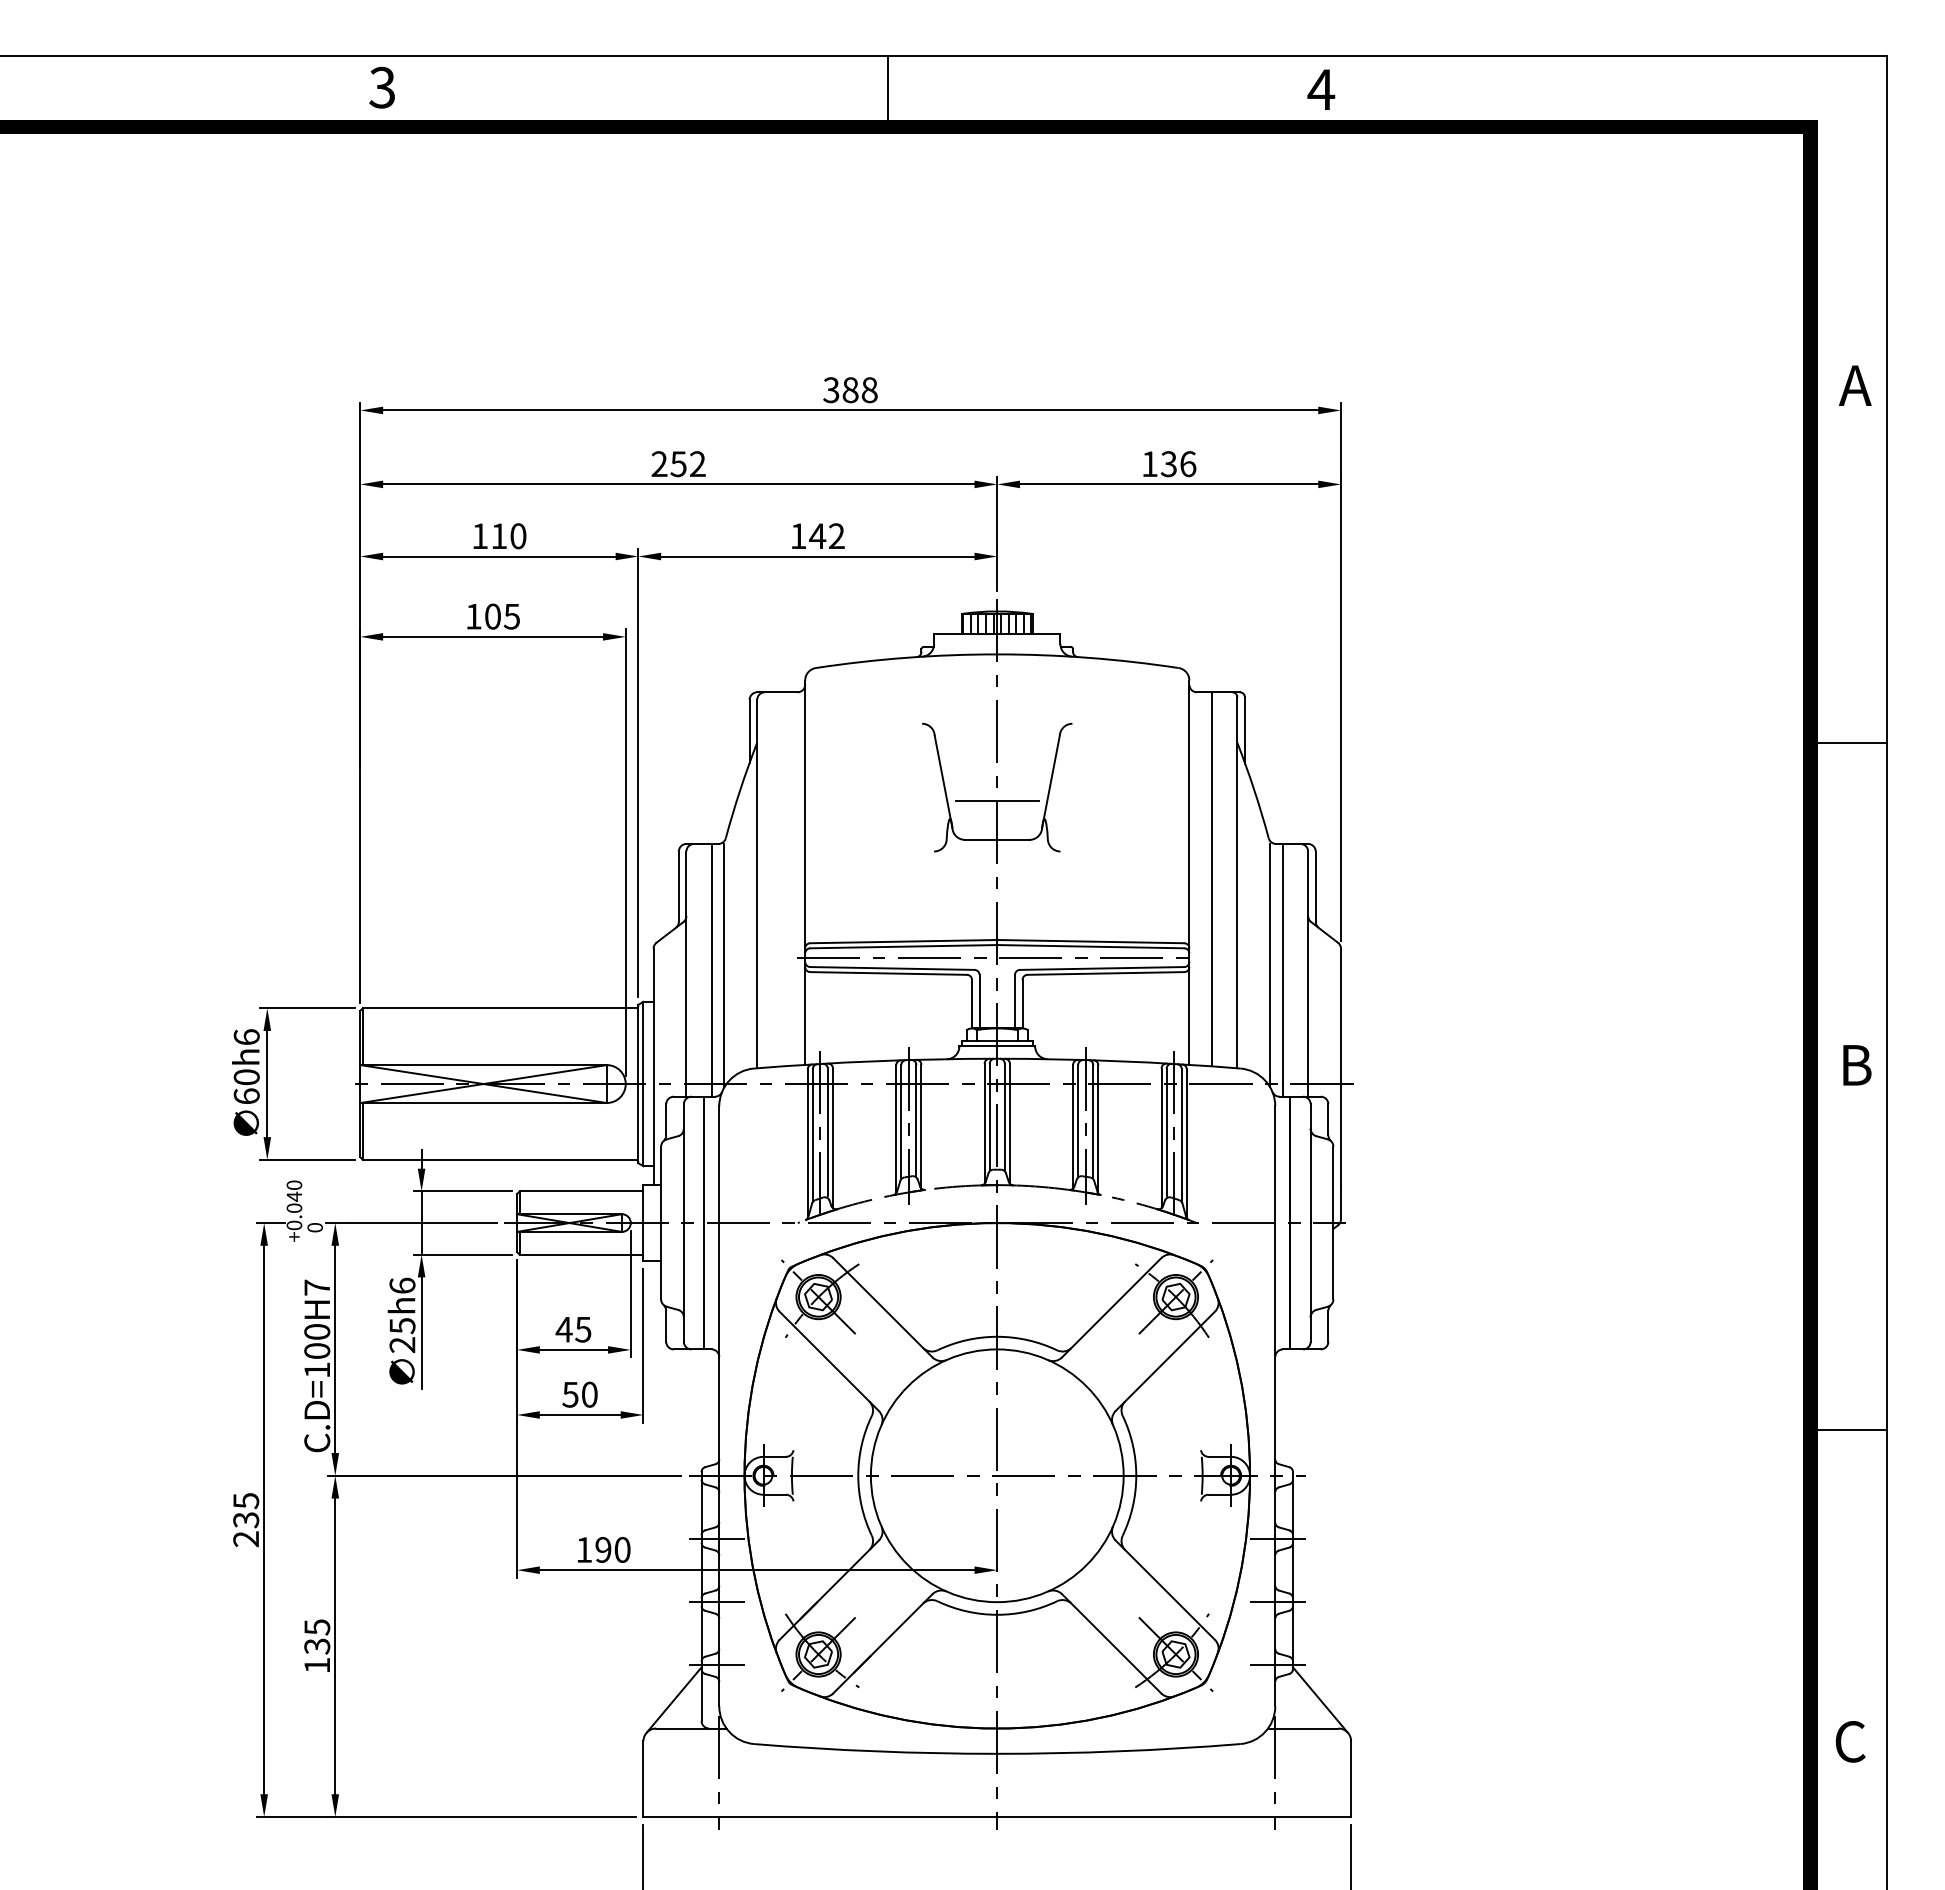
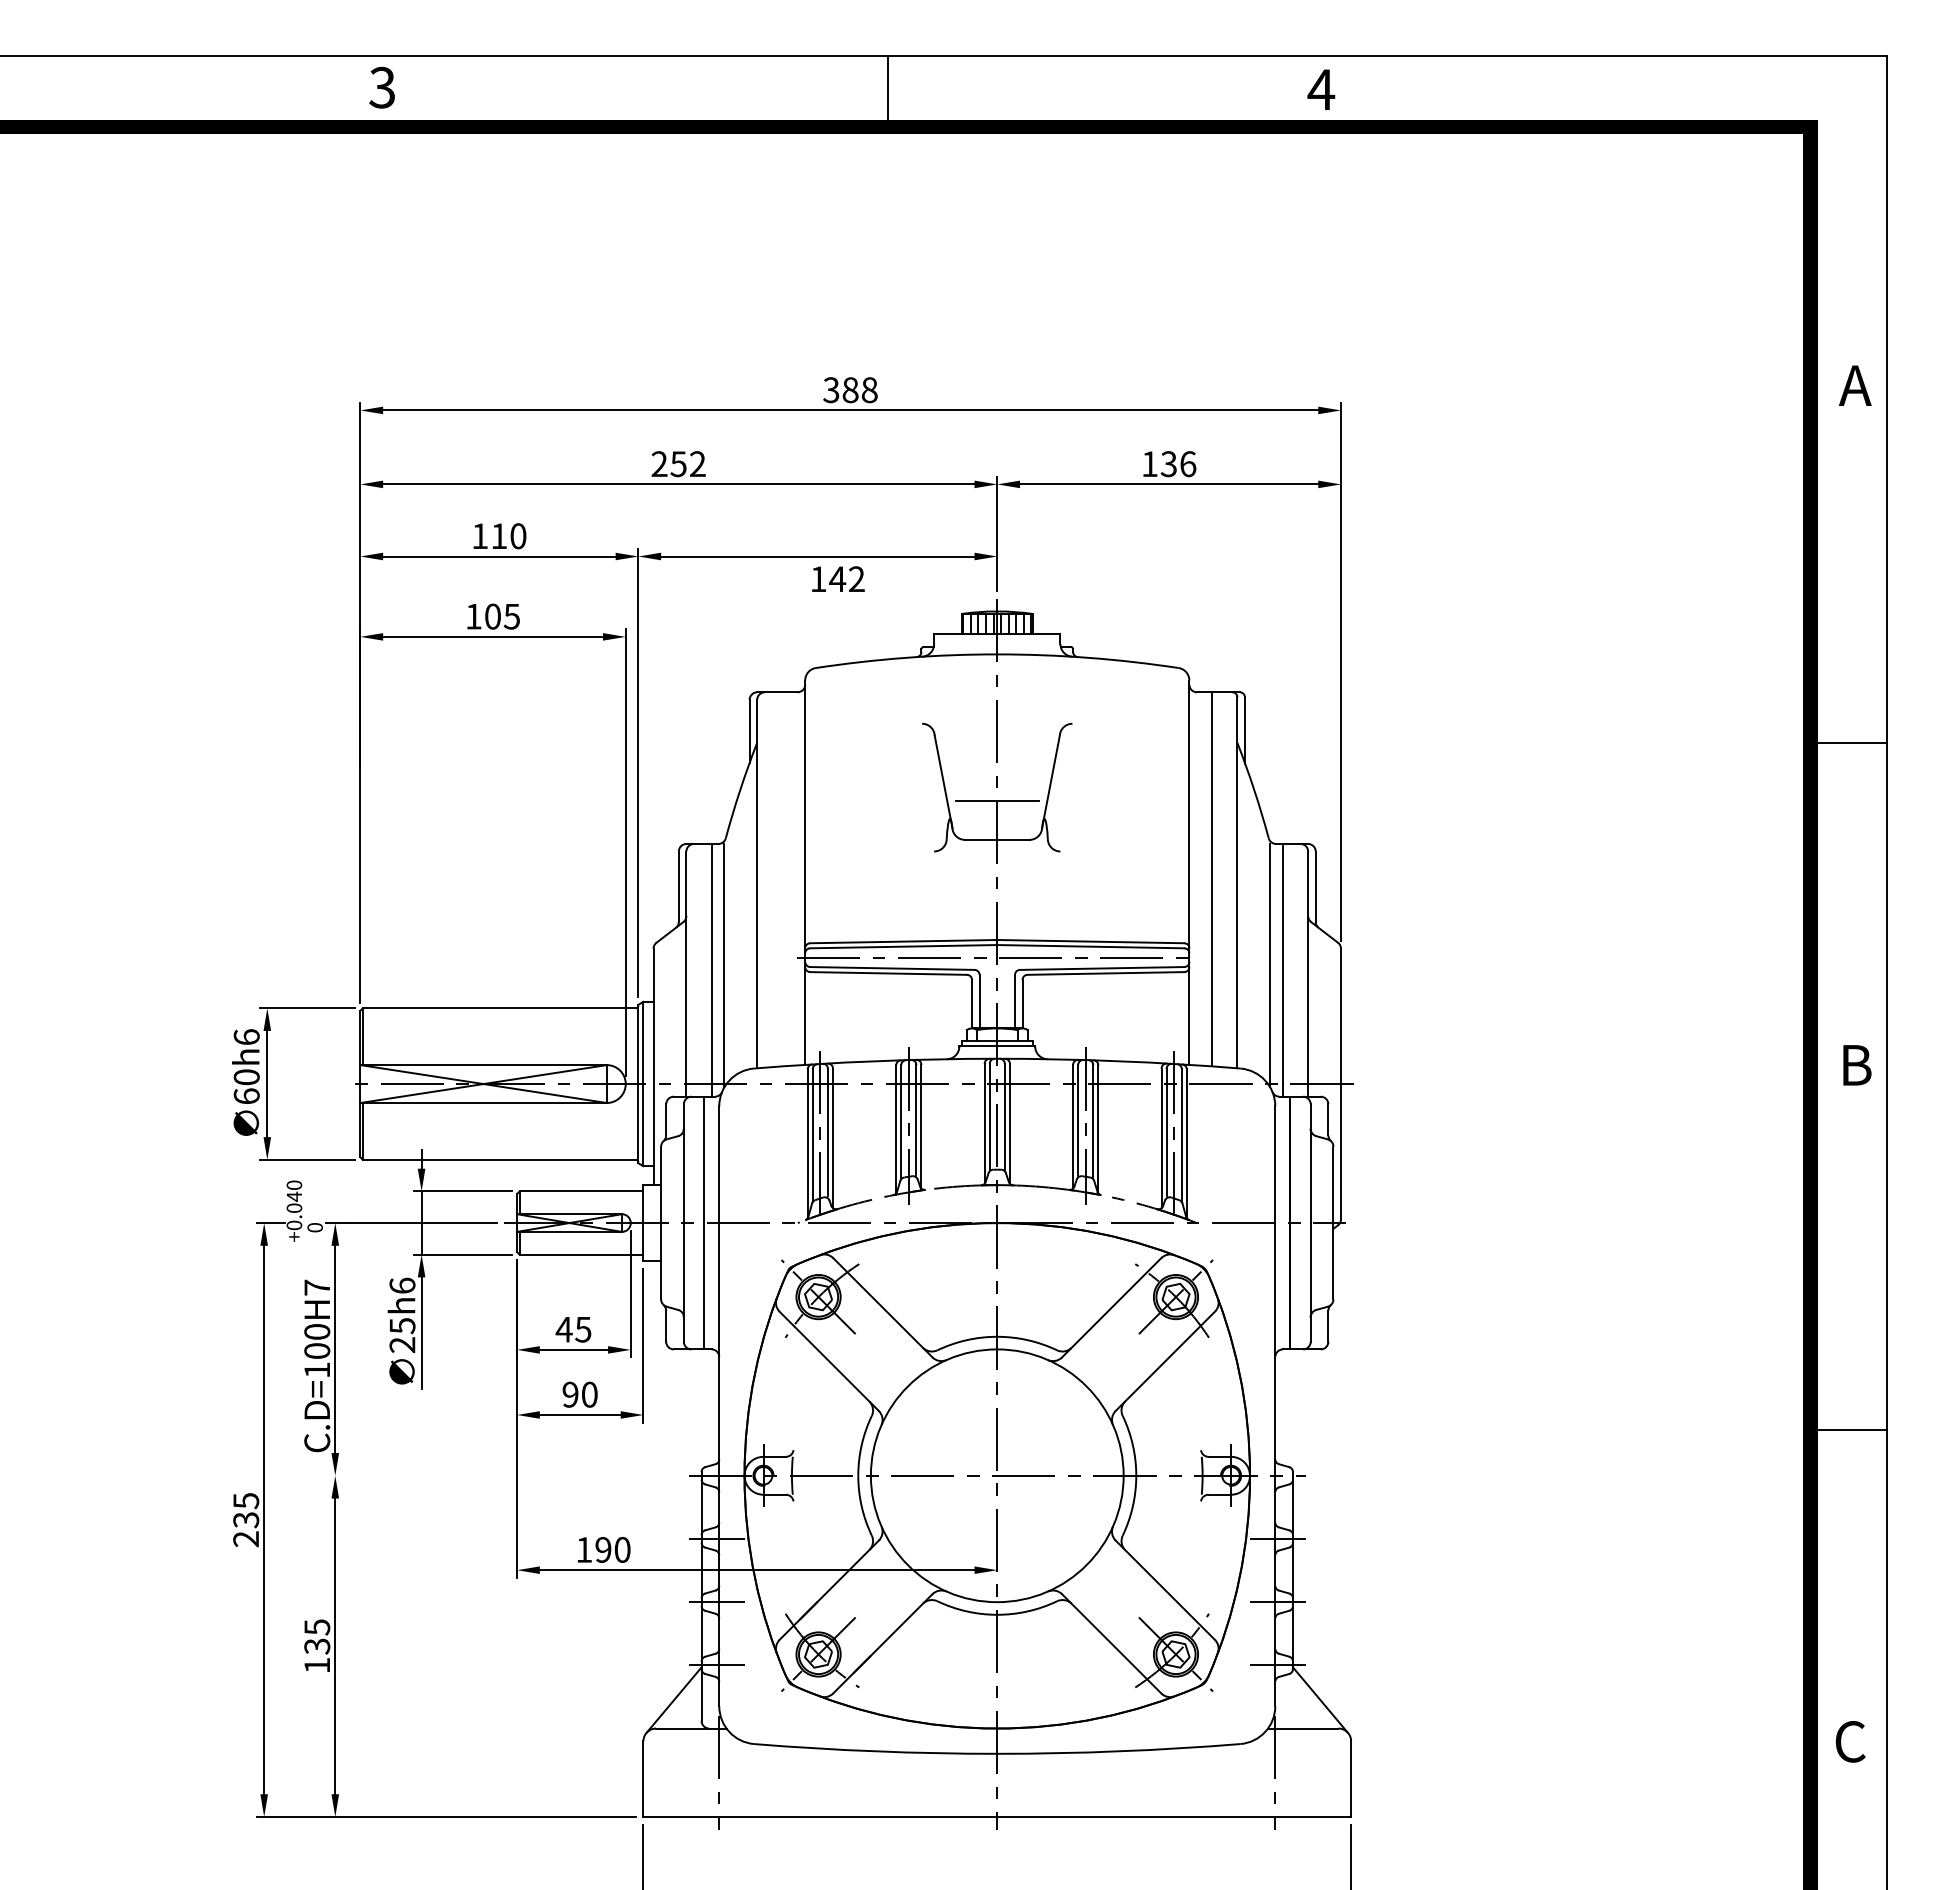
text at (818, 535) position: (818, 535) -> (838, 578)
text at (570, 1394): 50 -> 90
line at (504, 1475): present -> none
